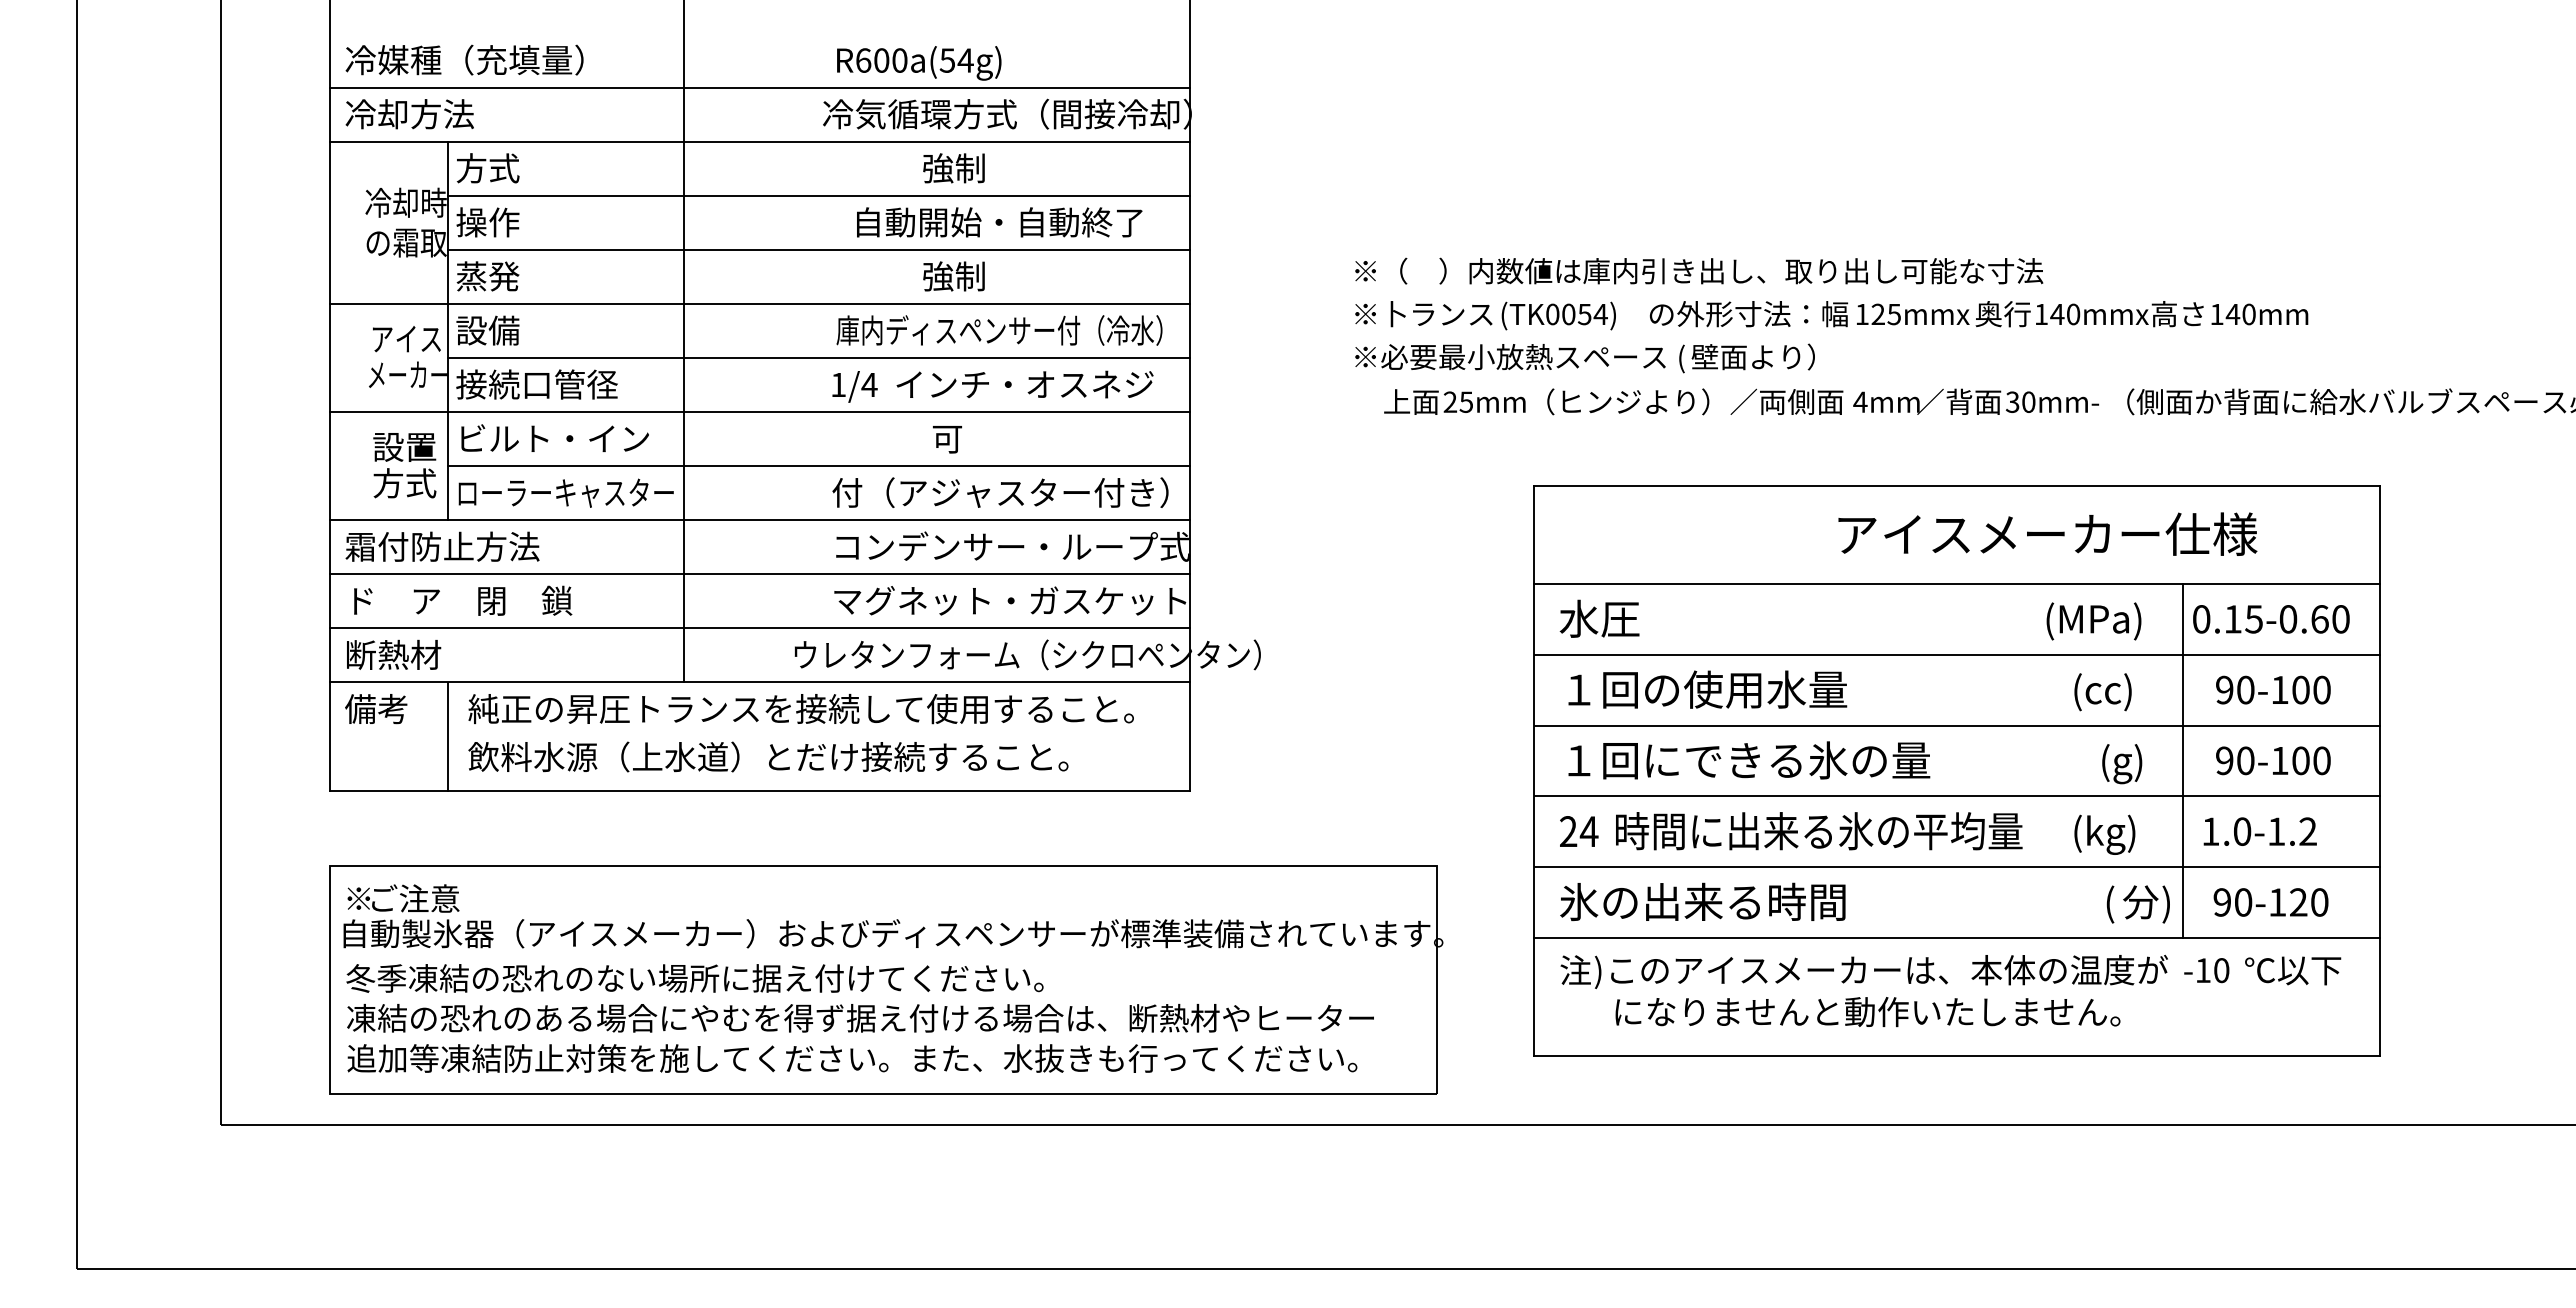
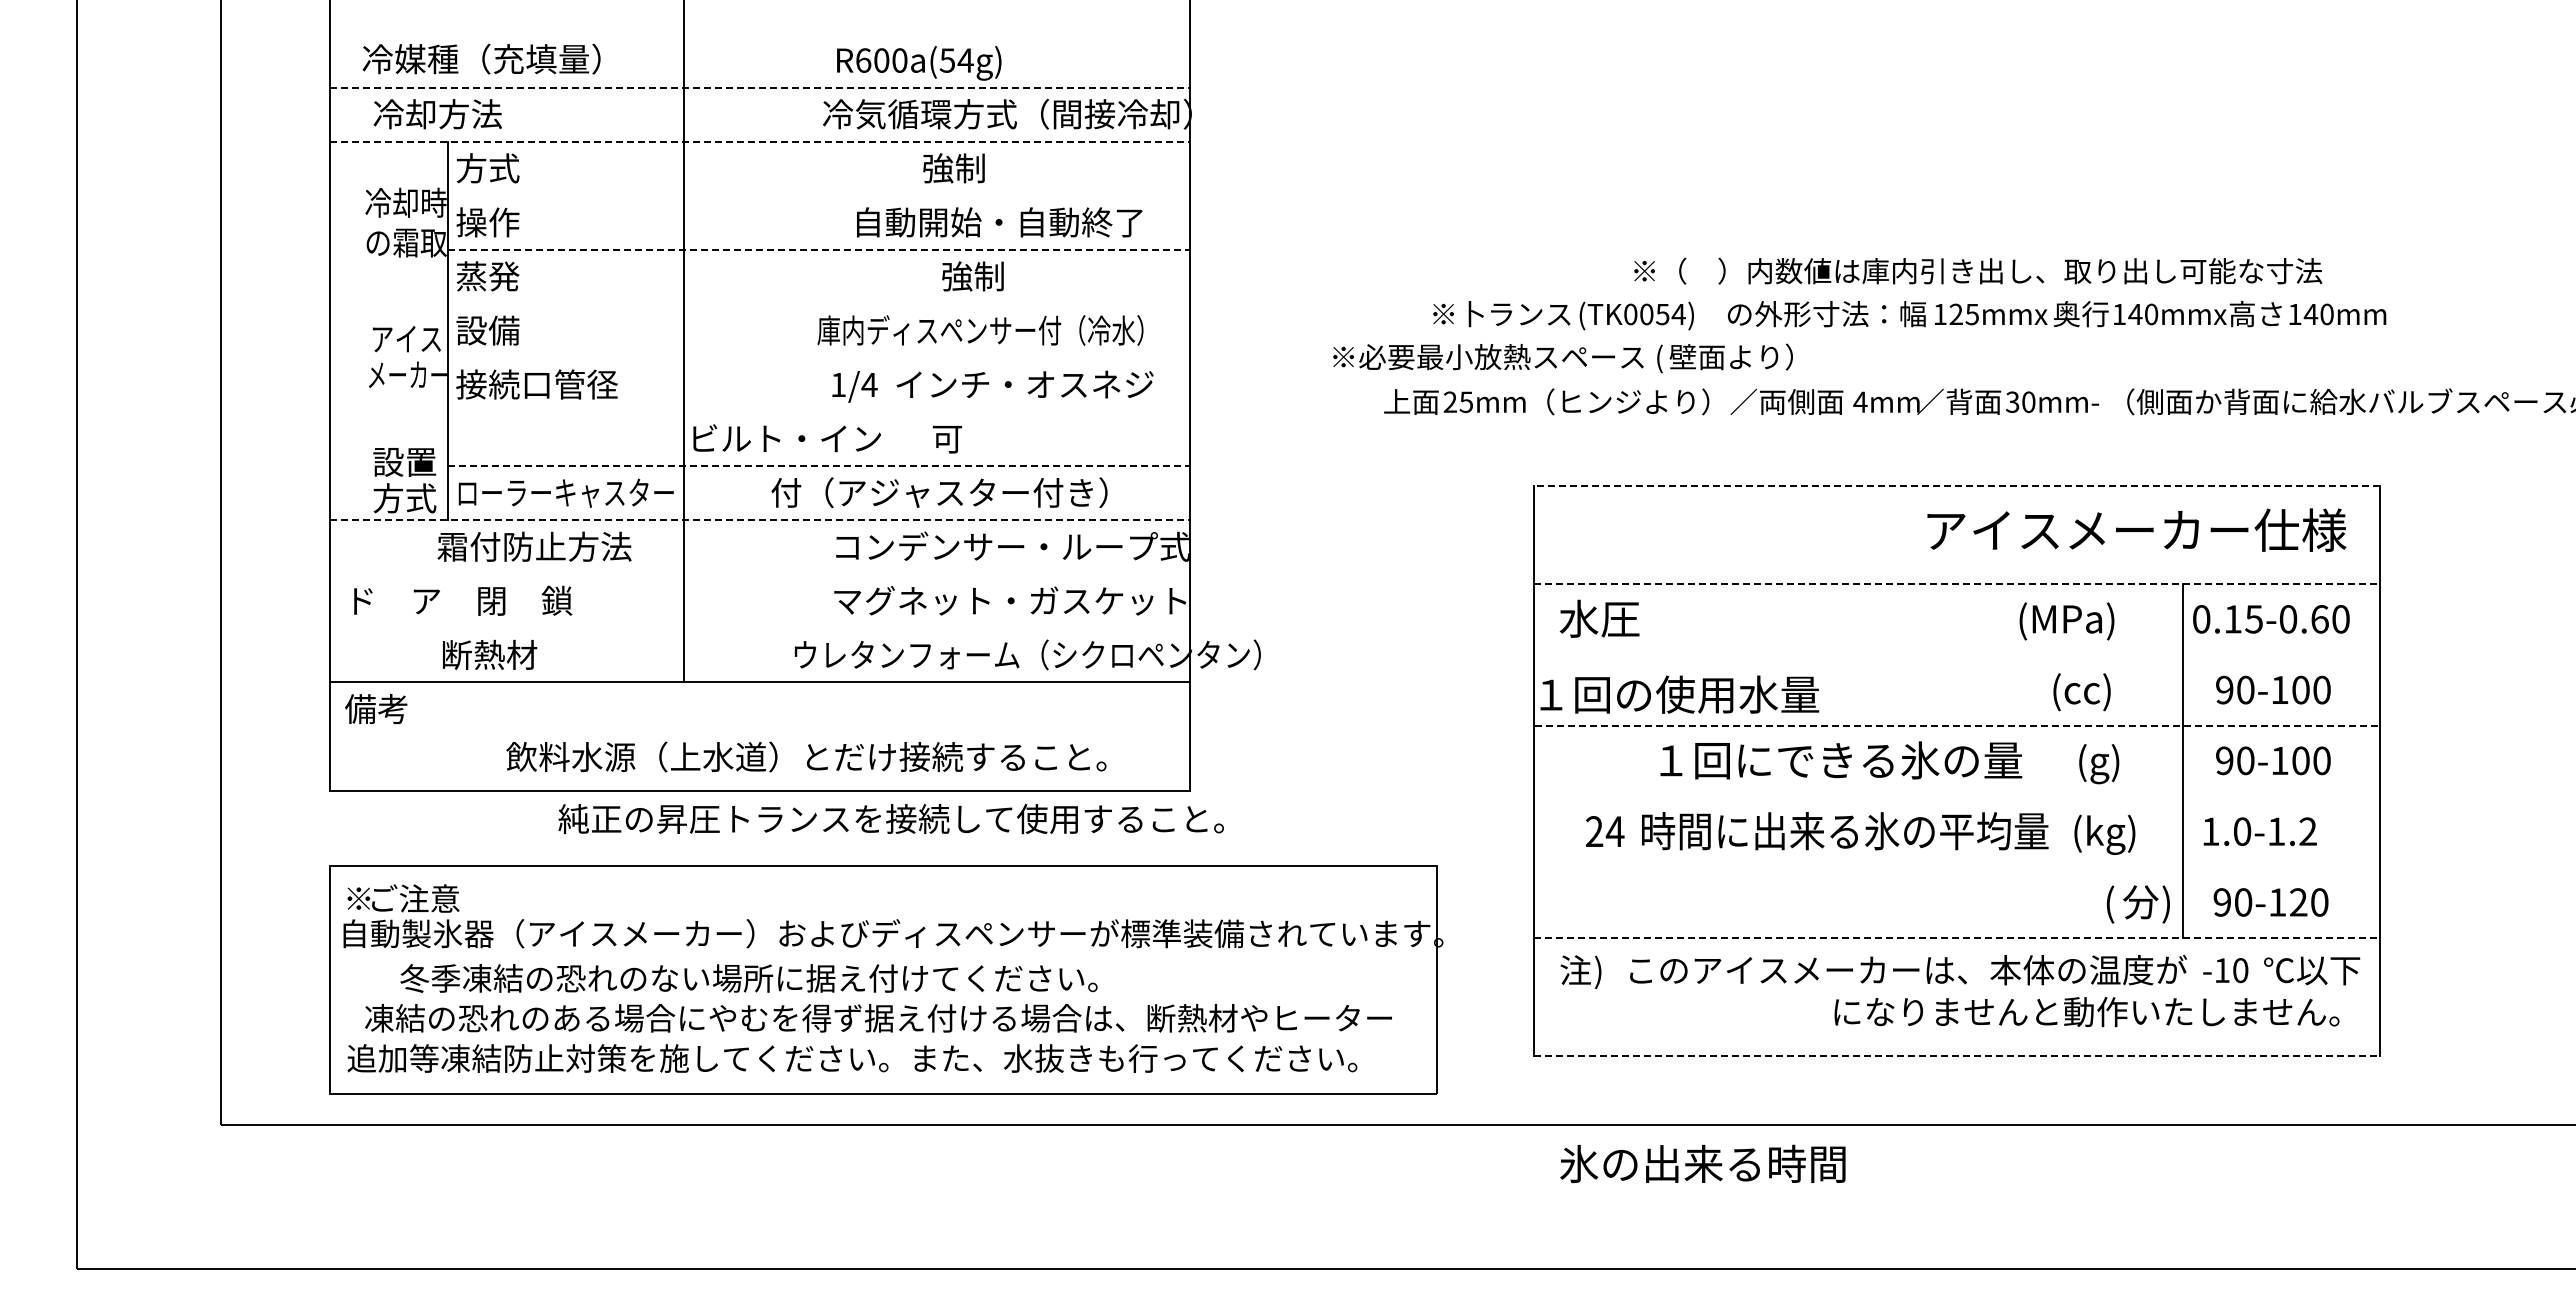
text at (464, 59) position: (464, 59) -> (481, 58)
line at (760, 87): solid -> dashed
text at (409, 114) position: (409, 114) -> (437, 114)
line at (760, 141): solid -> dashed
line at (818, 195): present -> none
line at (819, 249): solid -> dashed
text at (1699, 270) position: (1699, 270) -> (1978, 270)
text at (953, 276) position: (953, 276) -> (972, 276)
line at (759, 303): present -> none
text at (1831, 315) position: (1831, 315) -> (1909, 315)
text at (999, 330) position: (999, 330) -> (980, 330)
line at (818, 357): present -> none
text at (1584, 358) position: (1584, 358) -> (1562, 358)
line at (759, 412): present -> none
text at (554, 437) position: (554, 437) -> (786, 437)
text at (404, 465) position: (404, 465) -> (404, 480)
line at (819, 466): solid -> dashed
line at (1957, 485): solid -> dashed
text at (1000, 492) position: (1000, 492) -> (939, 492)
line at (760, 520): solid -> dashed
text at (2047, 533) position: (2047, 533) -> (2136, 529)
text at (442, 546) position: (442, 546) -> (534, 546)
line at (759, 574): present -> none
line at (1957, 583): solid -> dashed
text at (2093, 621) position: (2093, 621) -> (2066, 621)
line at (759, 628): present -> none
text at (394, 654) position: (394, 654) -> (490, 654)
line at (1956, 654): present -> none
text at (1707, 689) position: (1707, 689) -> (1679, 694)
text at (2102, 692) position: (2102, 692) -> (2081, 692)
text at (800, 709) position: (800, 709) -> (890, 819)
line at (1957, 725): solid -> dashed
line at (447, 736): present -> none
text at (768, 756) position: (768, 756) -> (806, 756)
text at (1749, 760) position: (1749, 760) -> (1841, 760)
text at (2122, 764) position: (2122, 764) -> (2099, 764)
line at (1956, 796): present -> none
text at (1791, 831) position: (1791, 831) -> (1817, 831)
line at (1956, 867): present -> none
text at (1702, 901) position: (1702, 901) -> (1702, 1163)
line at (1957, 937): solid -> dashed
text at (1976, 969) position: (1976, 969) -> (1995, 969)
text at (694, 978) position: (694, 978) -> (748, 978)
text at (1867, 1012) position: (1867, 1012) -> (2086, 1012)
text at (860, 1018) position: (860, 1018) -> (878, 1018)
line at (1957, 1055): solid -> dashed
